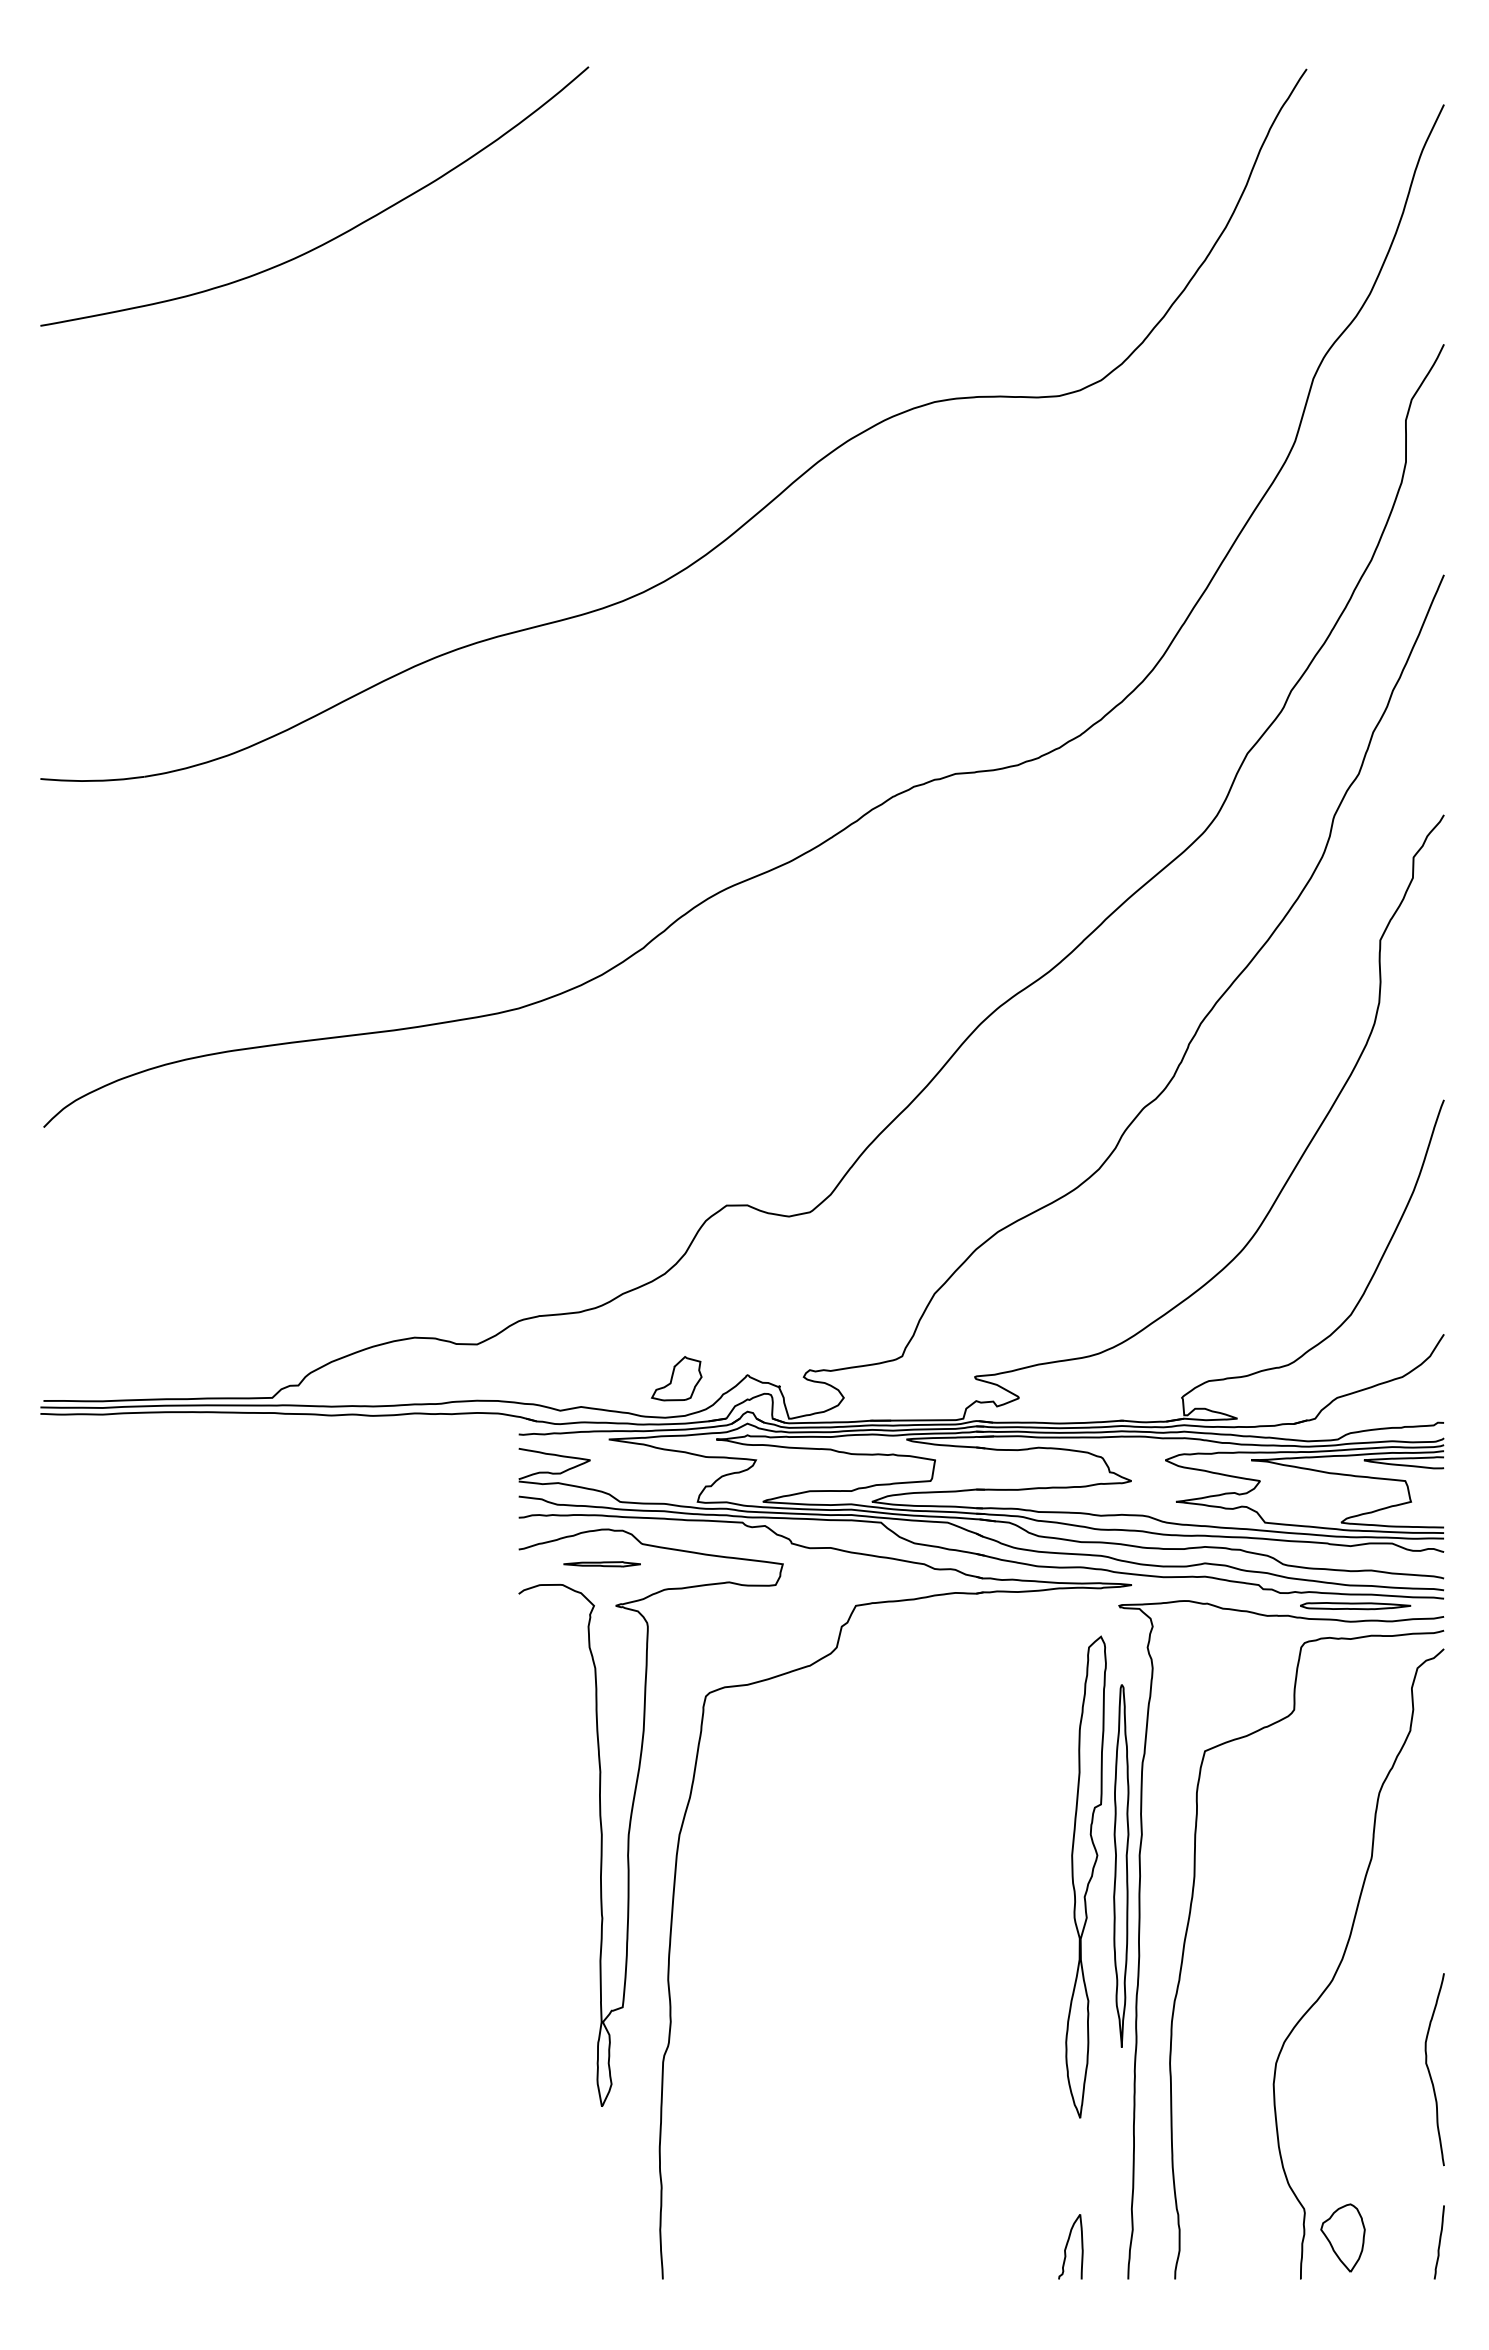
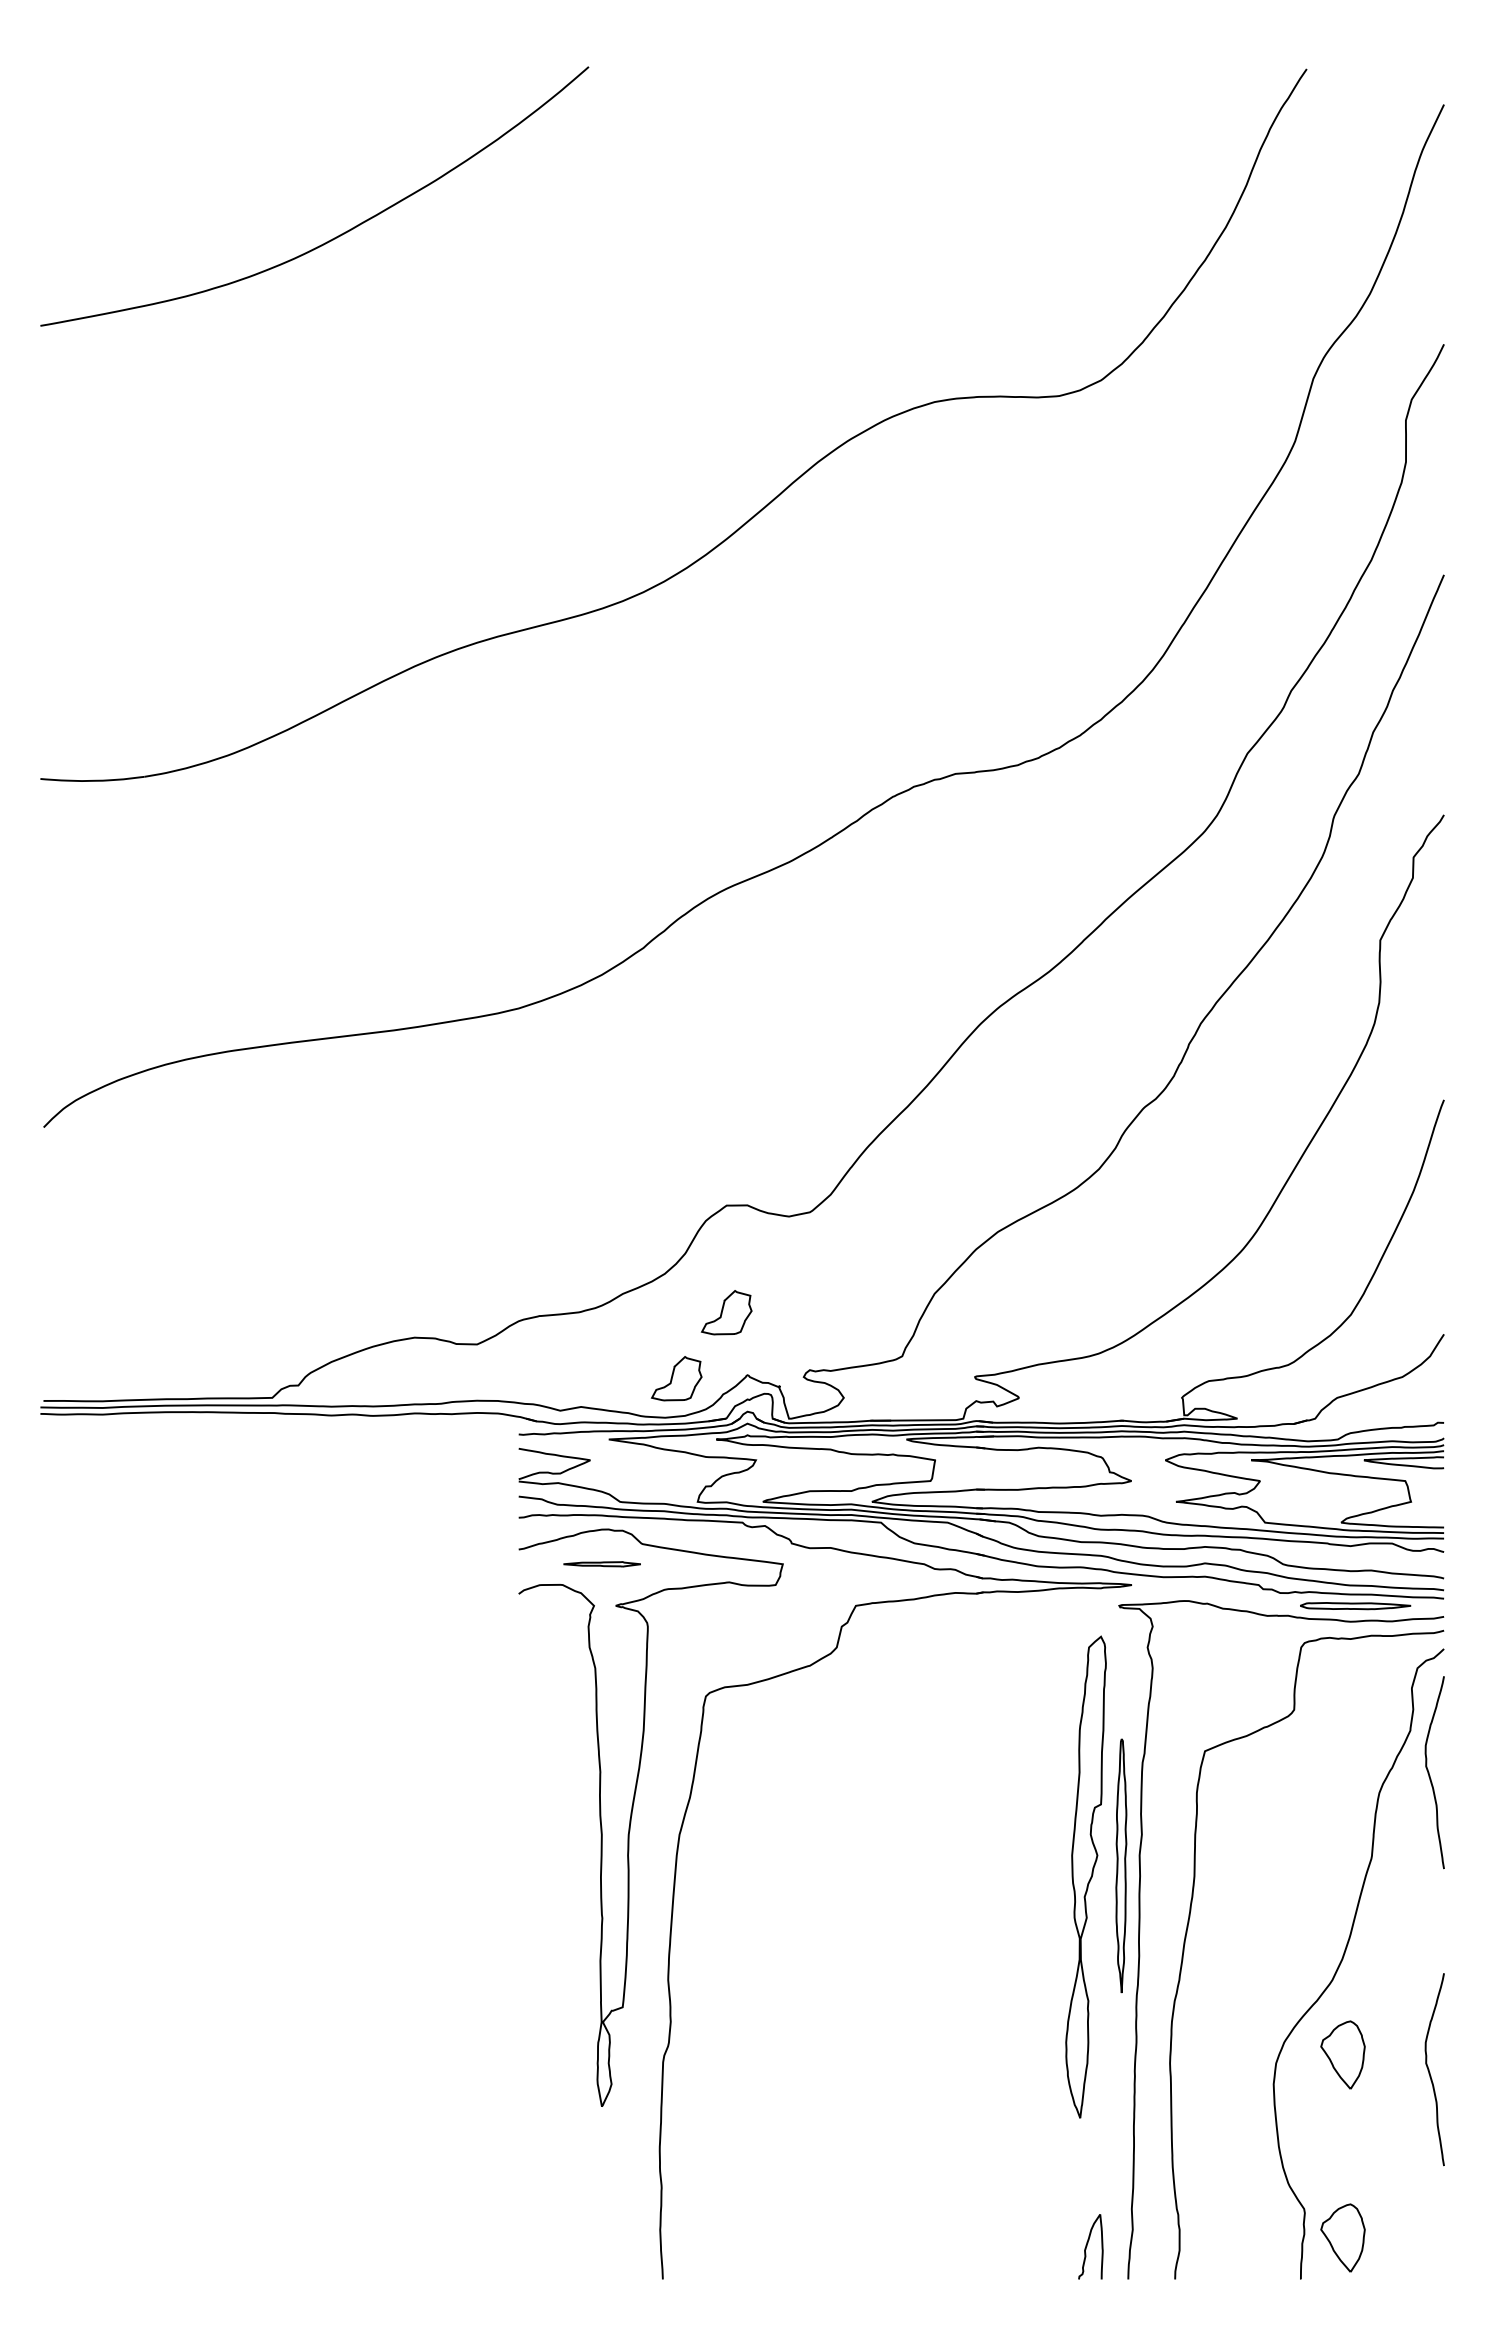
part at (726, 1312): none -> present
curve at (1429, 1772): none -> present
part at (1121, 1865) size: 17x364 px -> 13x256 px
part at (1342, 2054): none -> present
line at (1438, 2242): present -> none
curve at (1067, 2246) position: (1067, 2246) -> (1087, 2246)
